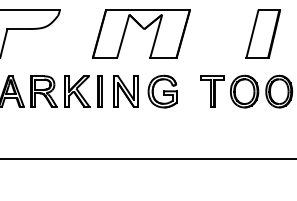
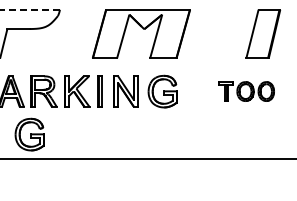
line at (30, 9): solid -> dashed
part at (246, 91) size: 94x35 px -> 57x21 px
part at (29, 134): none -> present
